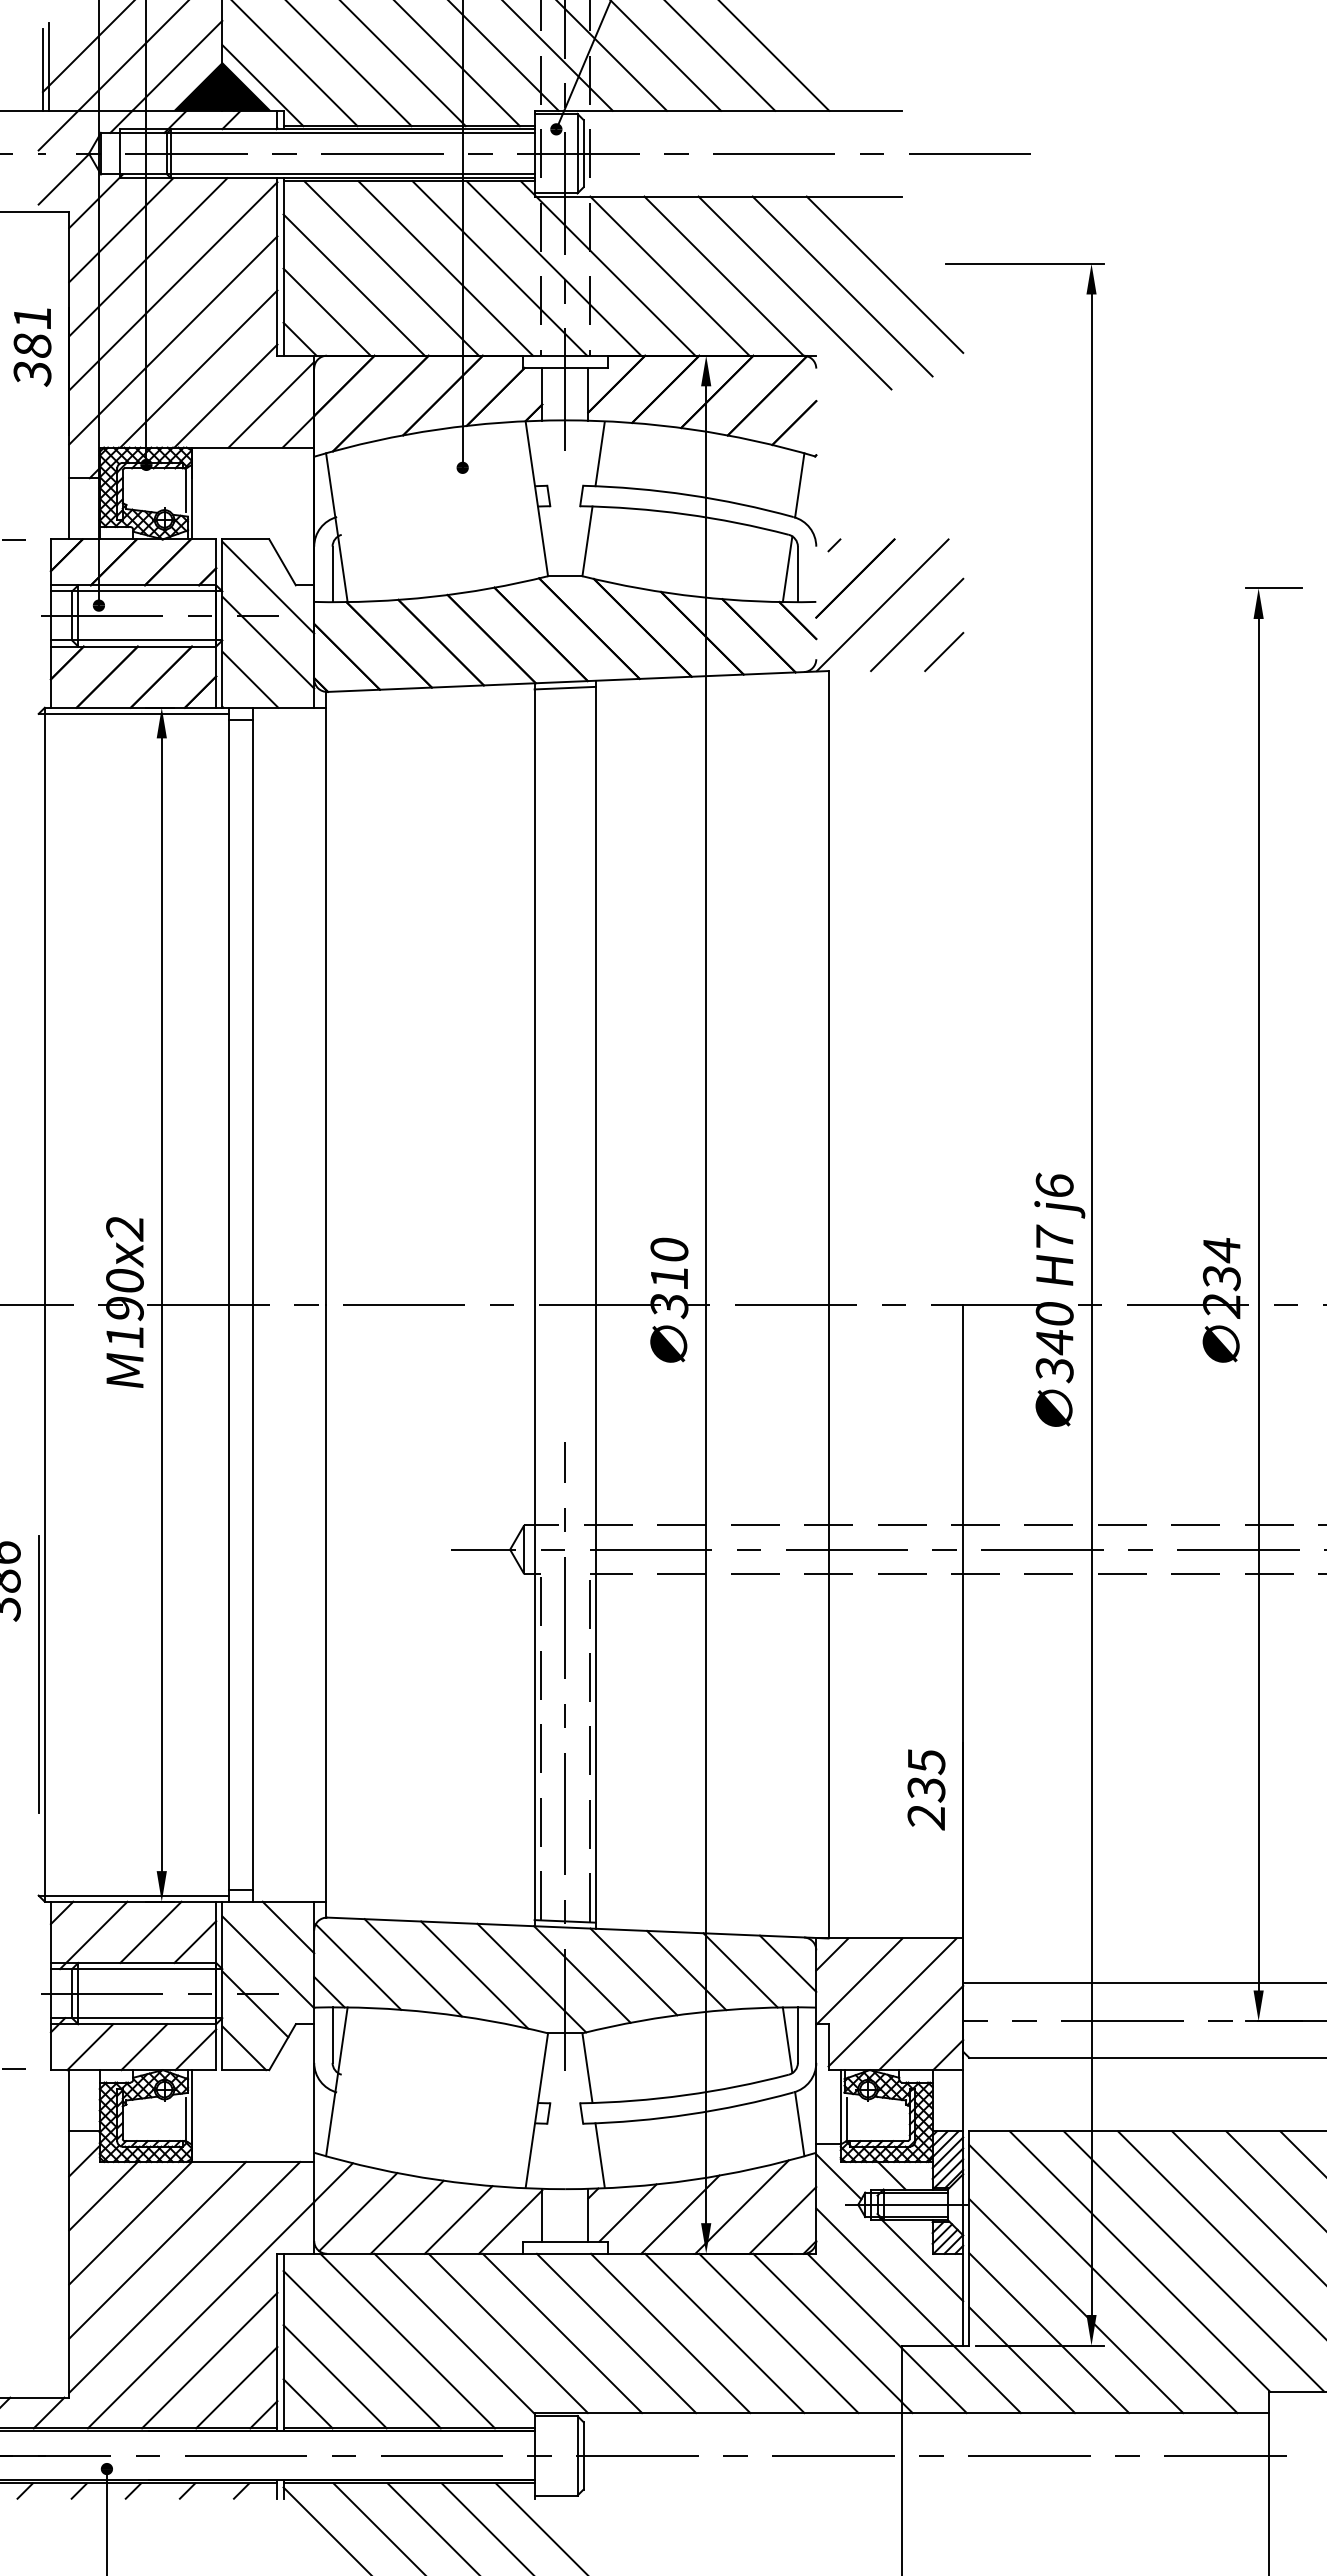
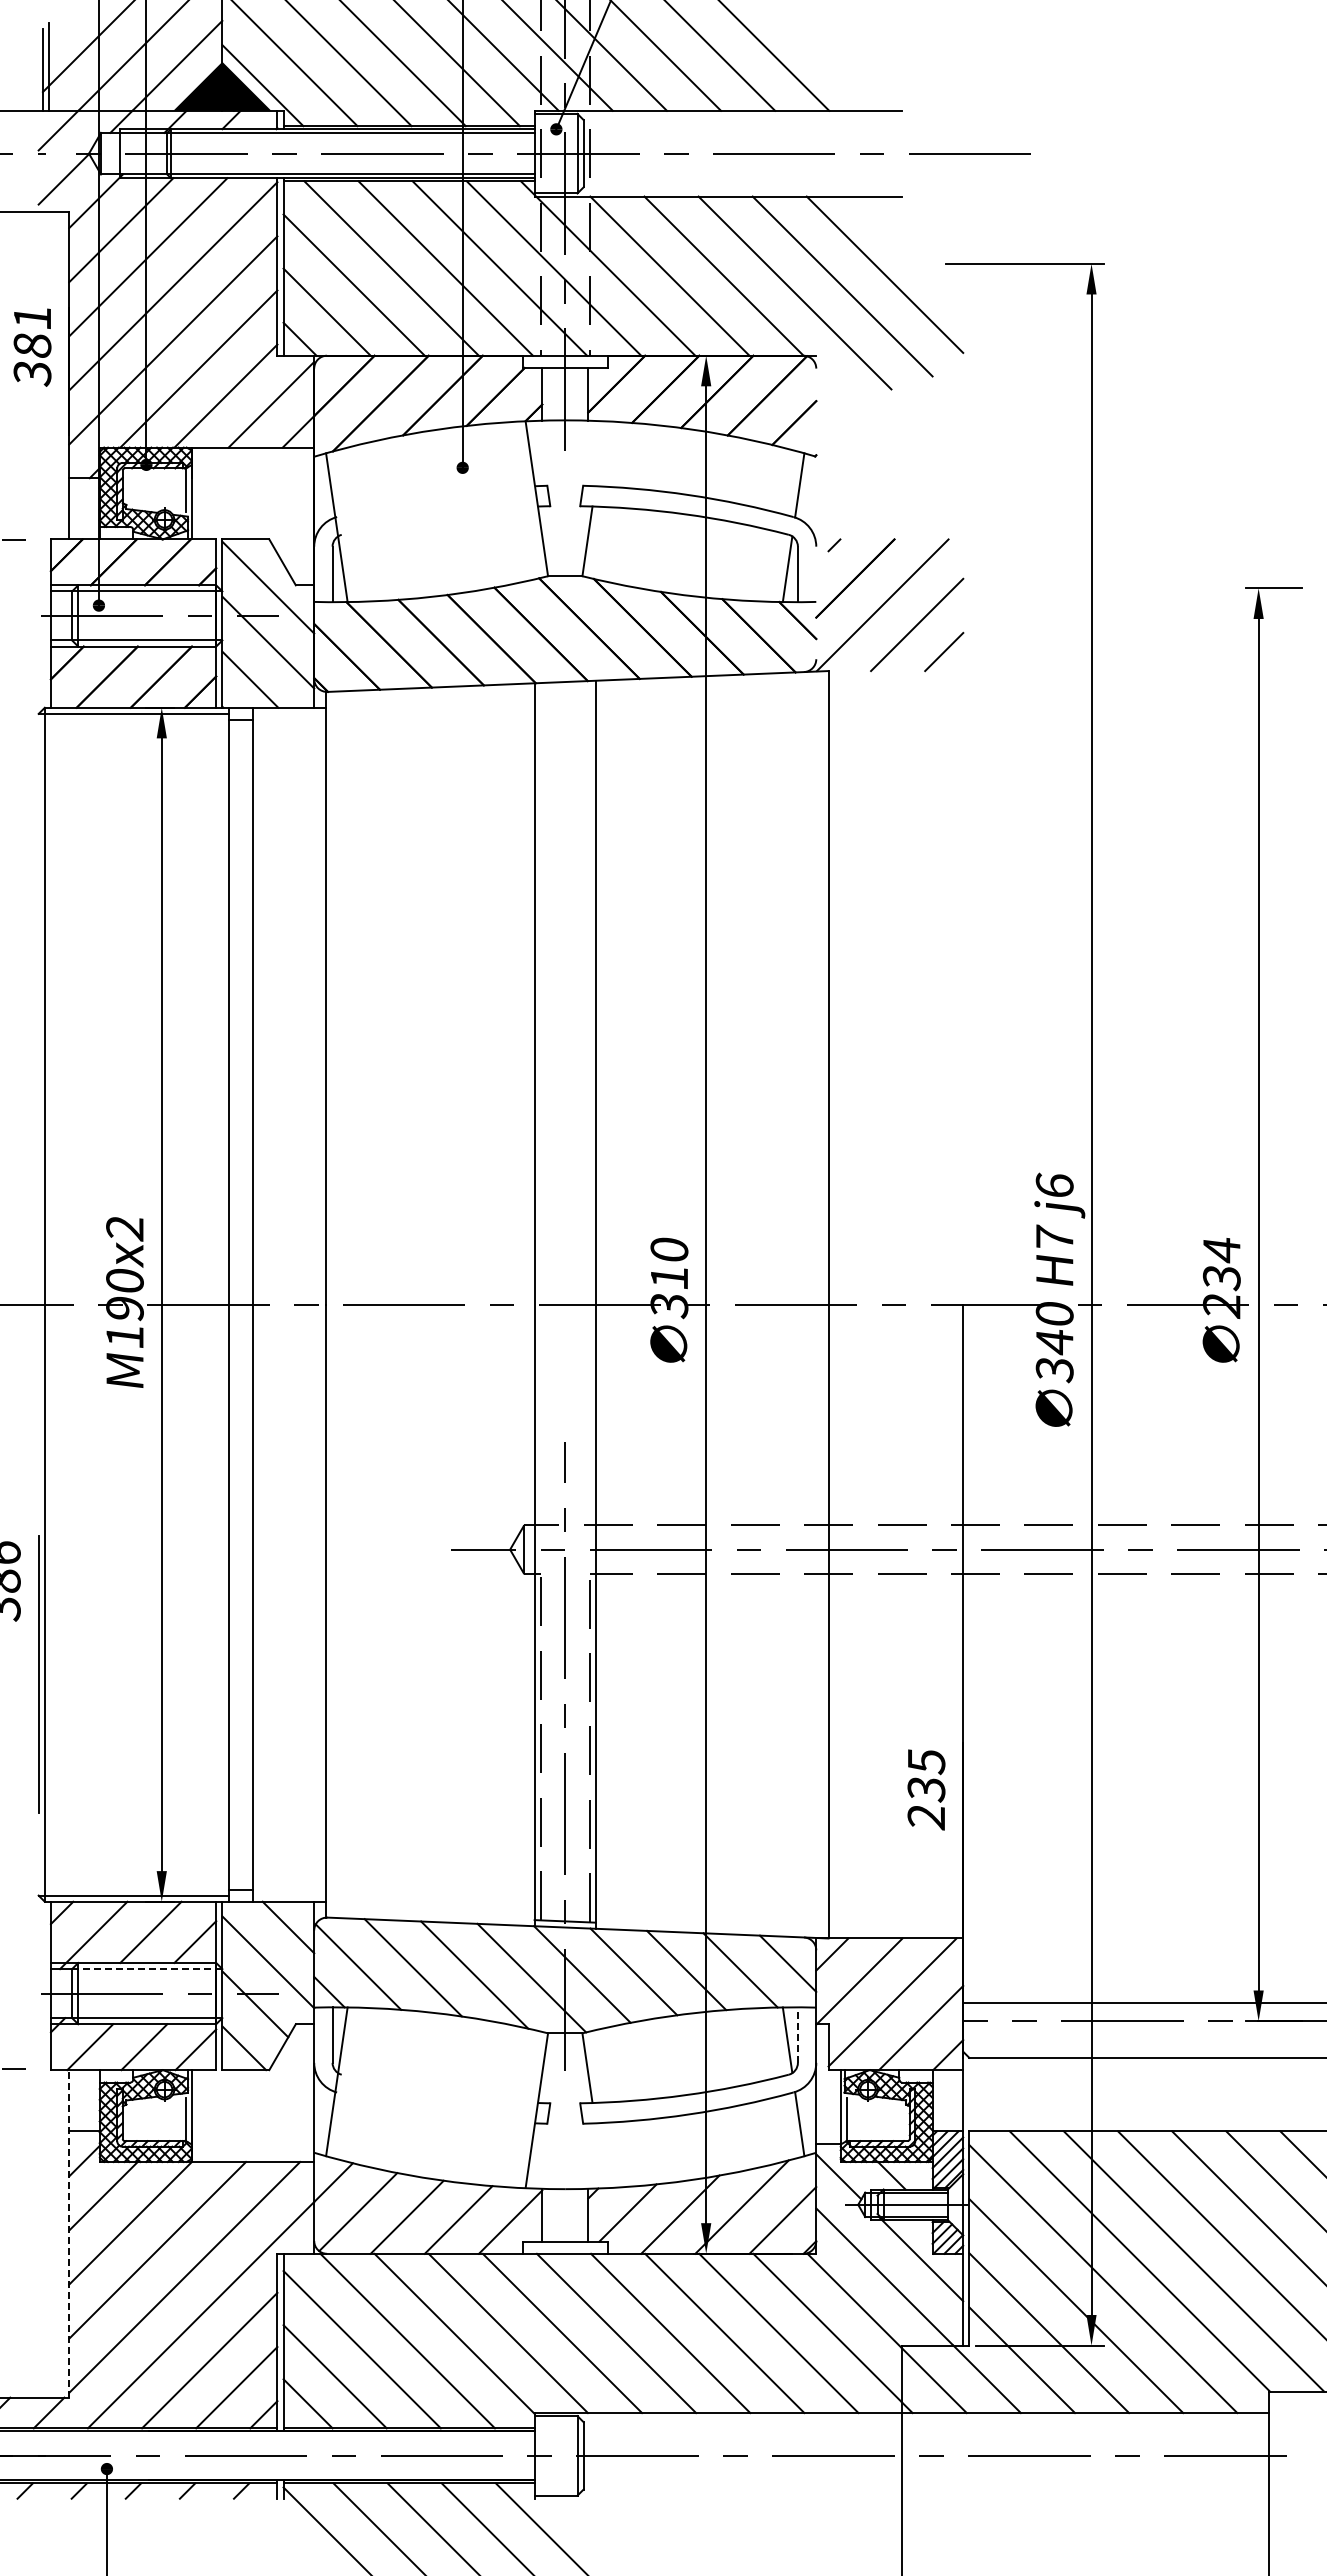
line at (599, 454): present -> none
line at (564, 687): present -> none
line at (147, 1969): solid -> dashed
line at (1143, 1982) position: (1143, 1982) -> (1143, 2002)
line at (797, 2035): solid -> dashed
line at (599, 2154): present -> none
line at (69, 2233): solid -> dashed
